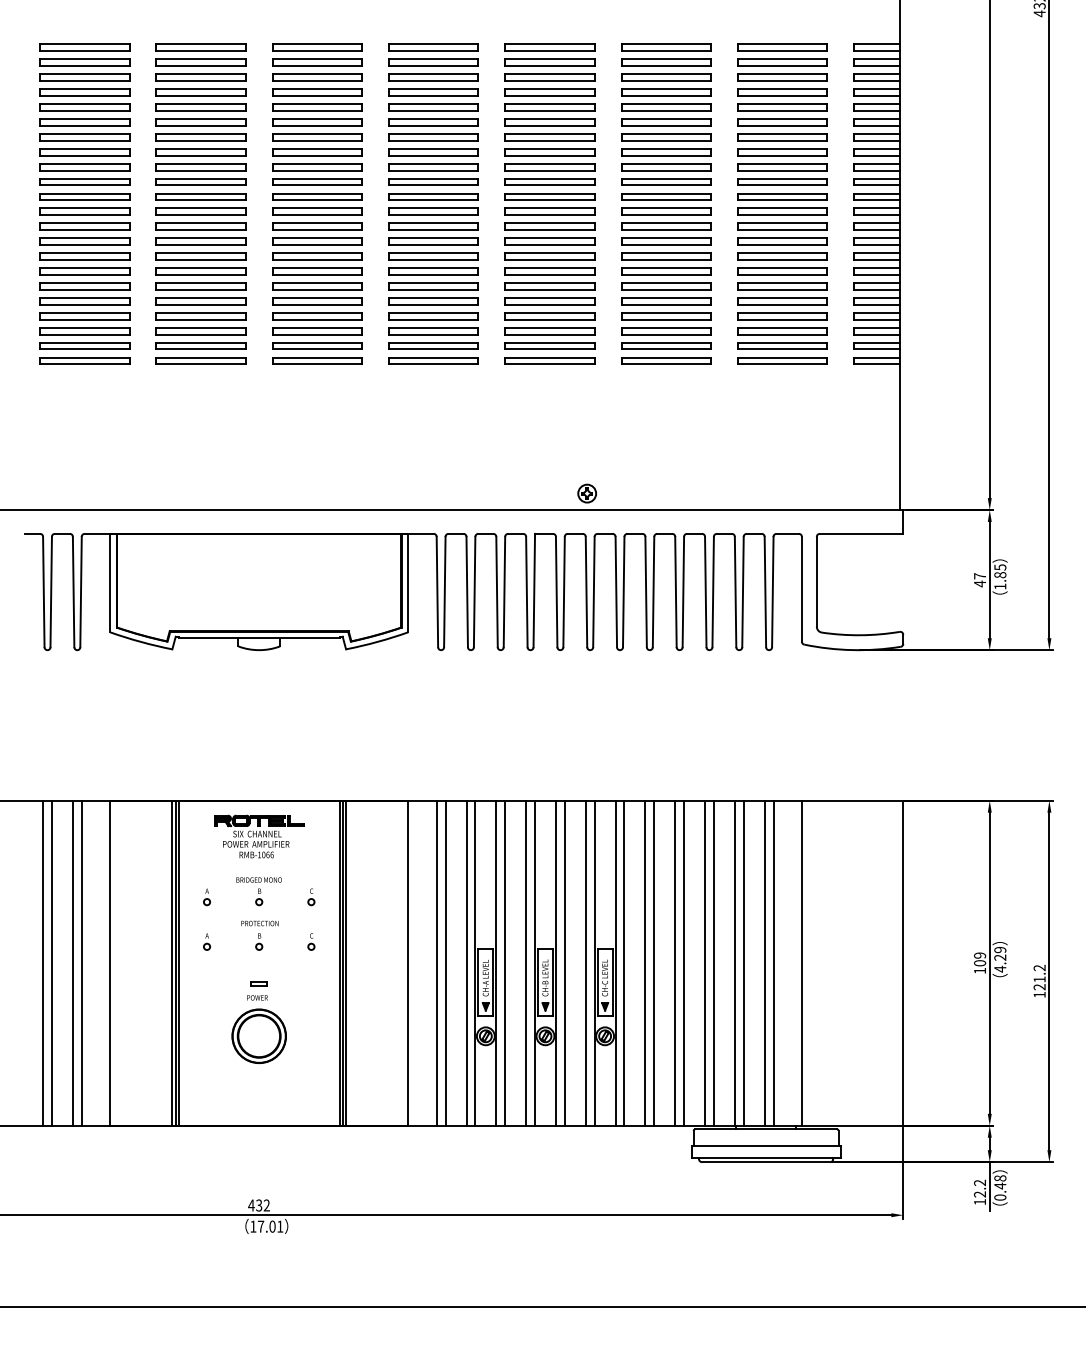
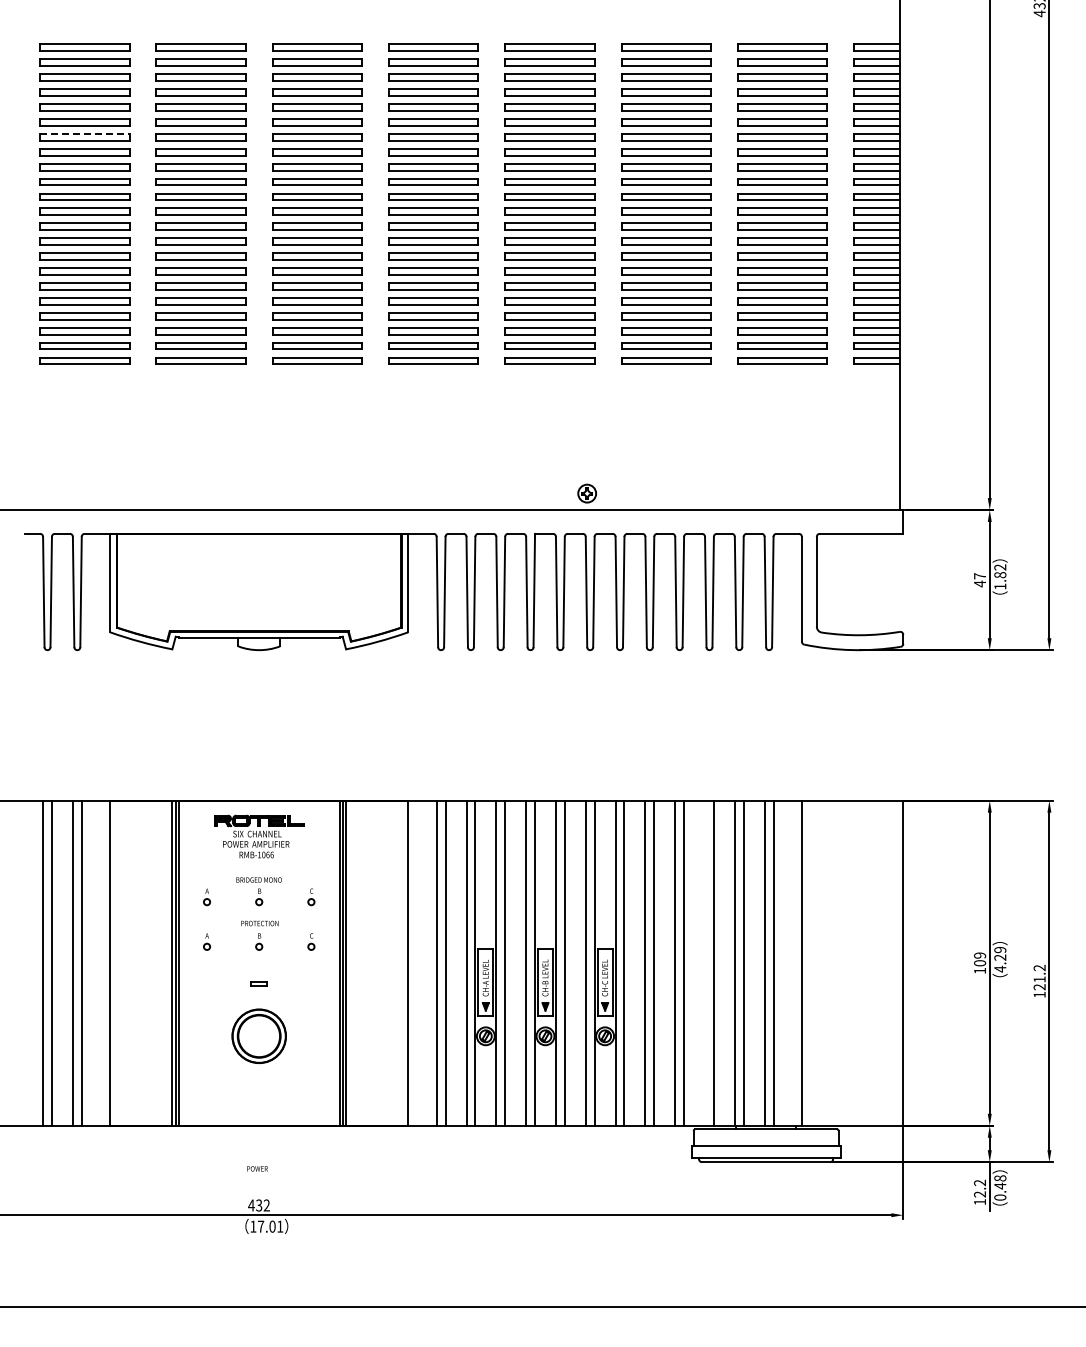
line at (84, 133): solid -> dashed
text at (1000, 567): 1.85 -> 1.82
line at (705, 962): present -> none
text at (257, 997) position: (257, 997) -> (257, 1168)
